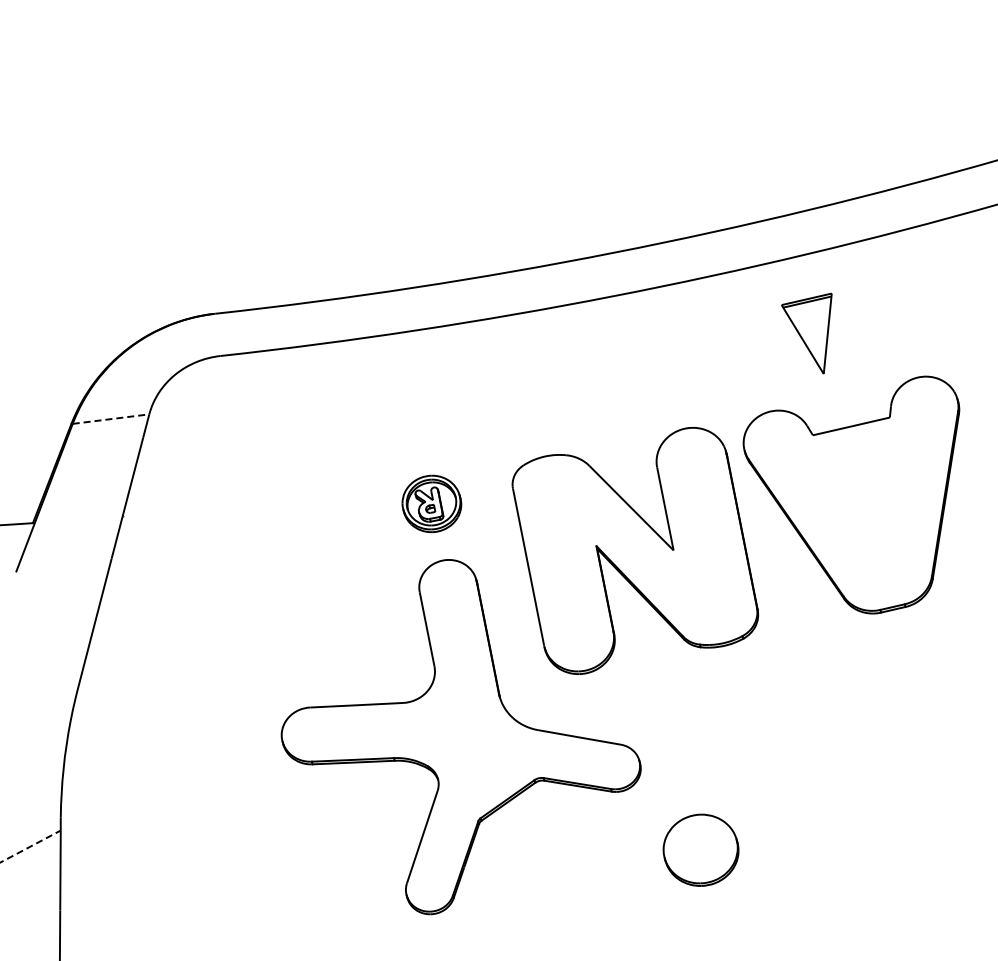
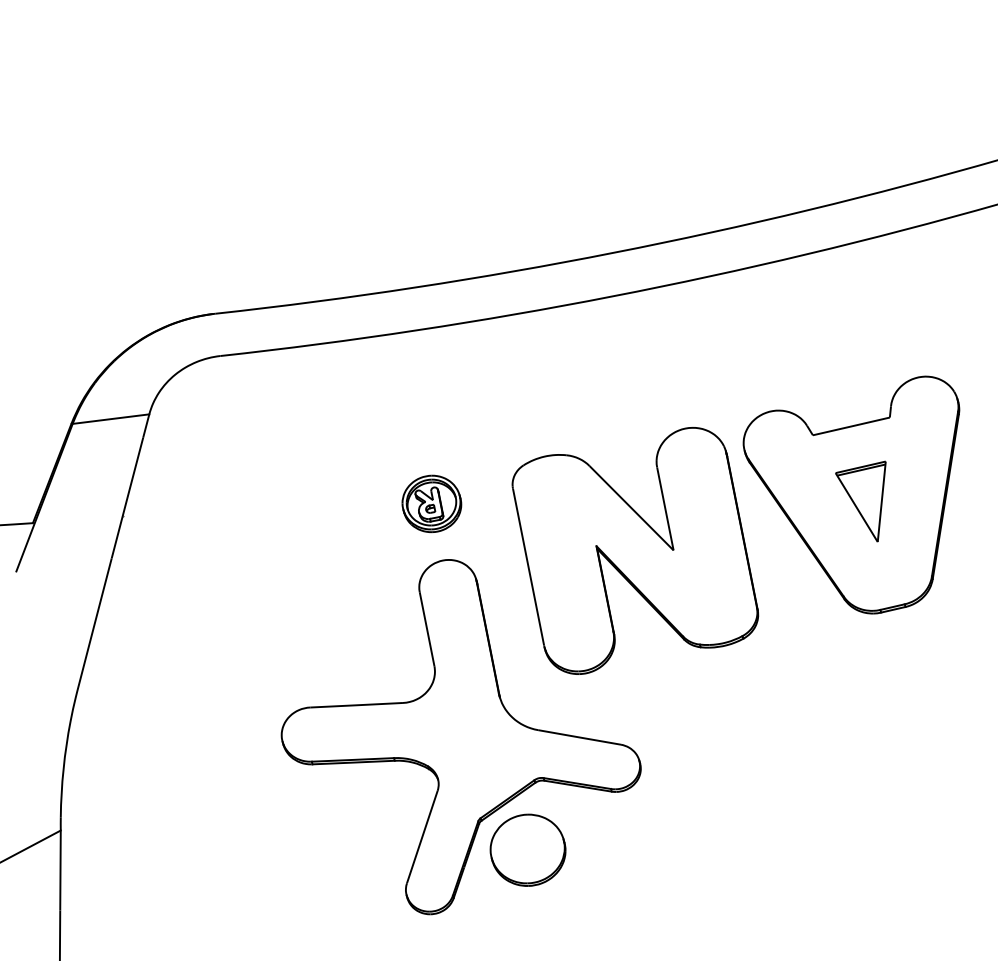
part at (806, 333) position: (806, 333) -> (860, 501)
line at (111, 419): dashed -> solid
line at (30, 846): dashed -> solid
part at (700, 849) position: (700, 849) -> (527, 849)
